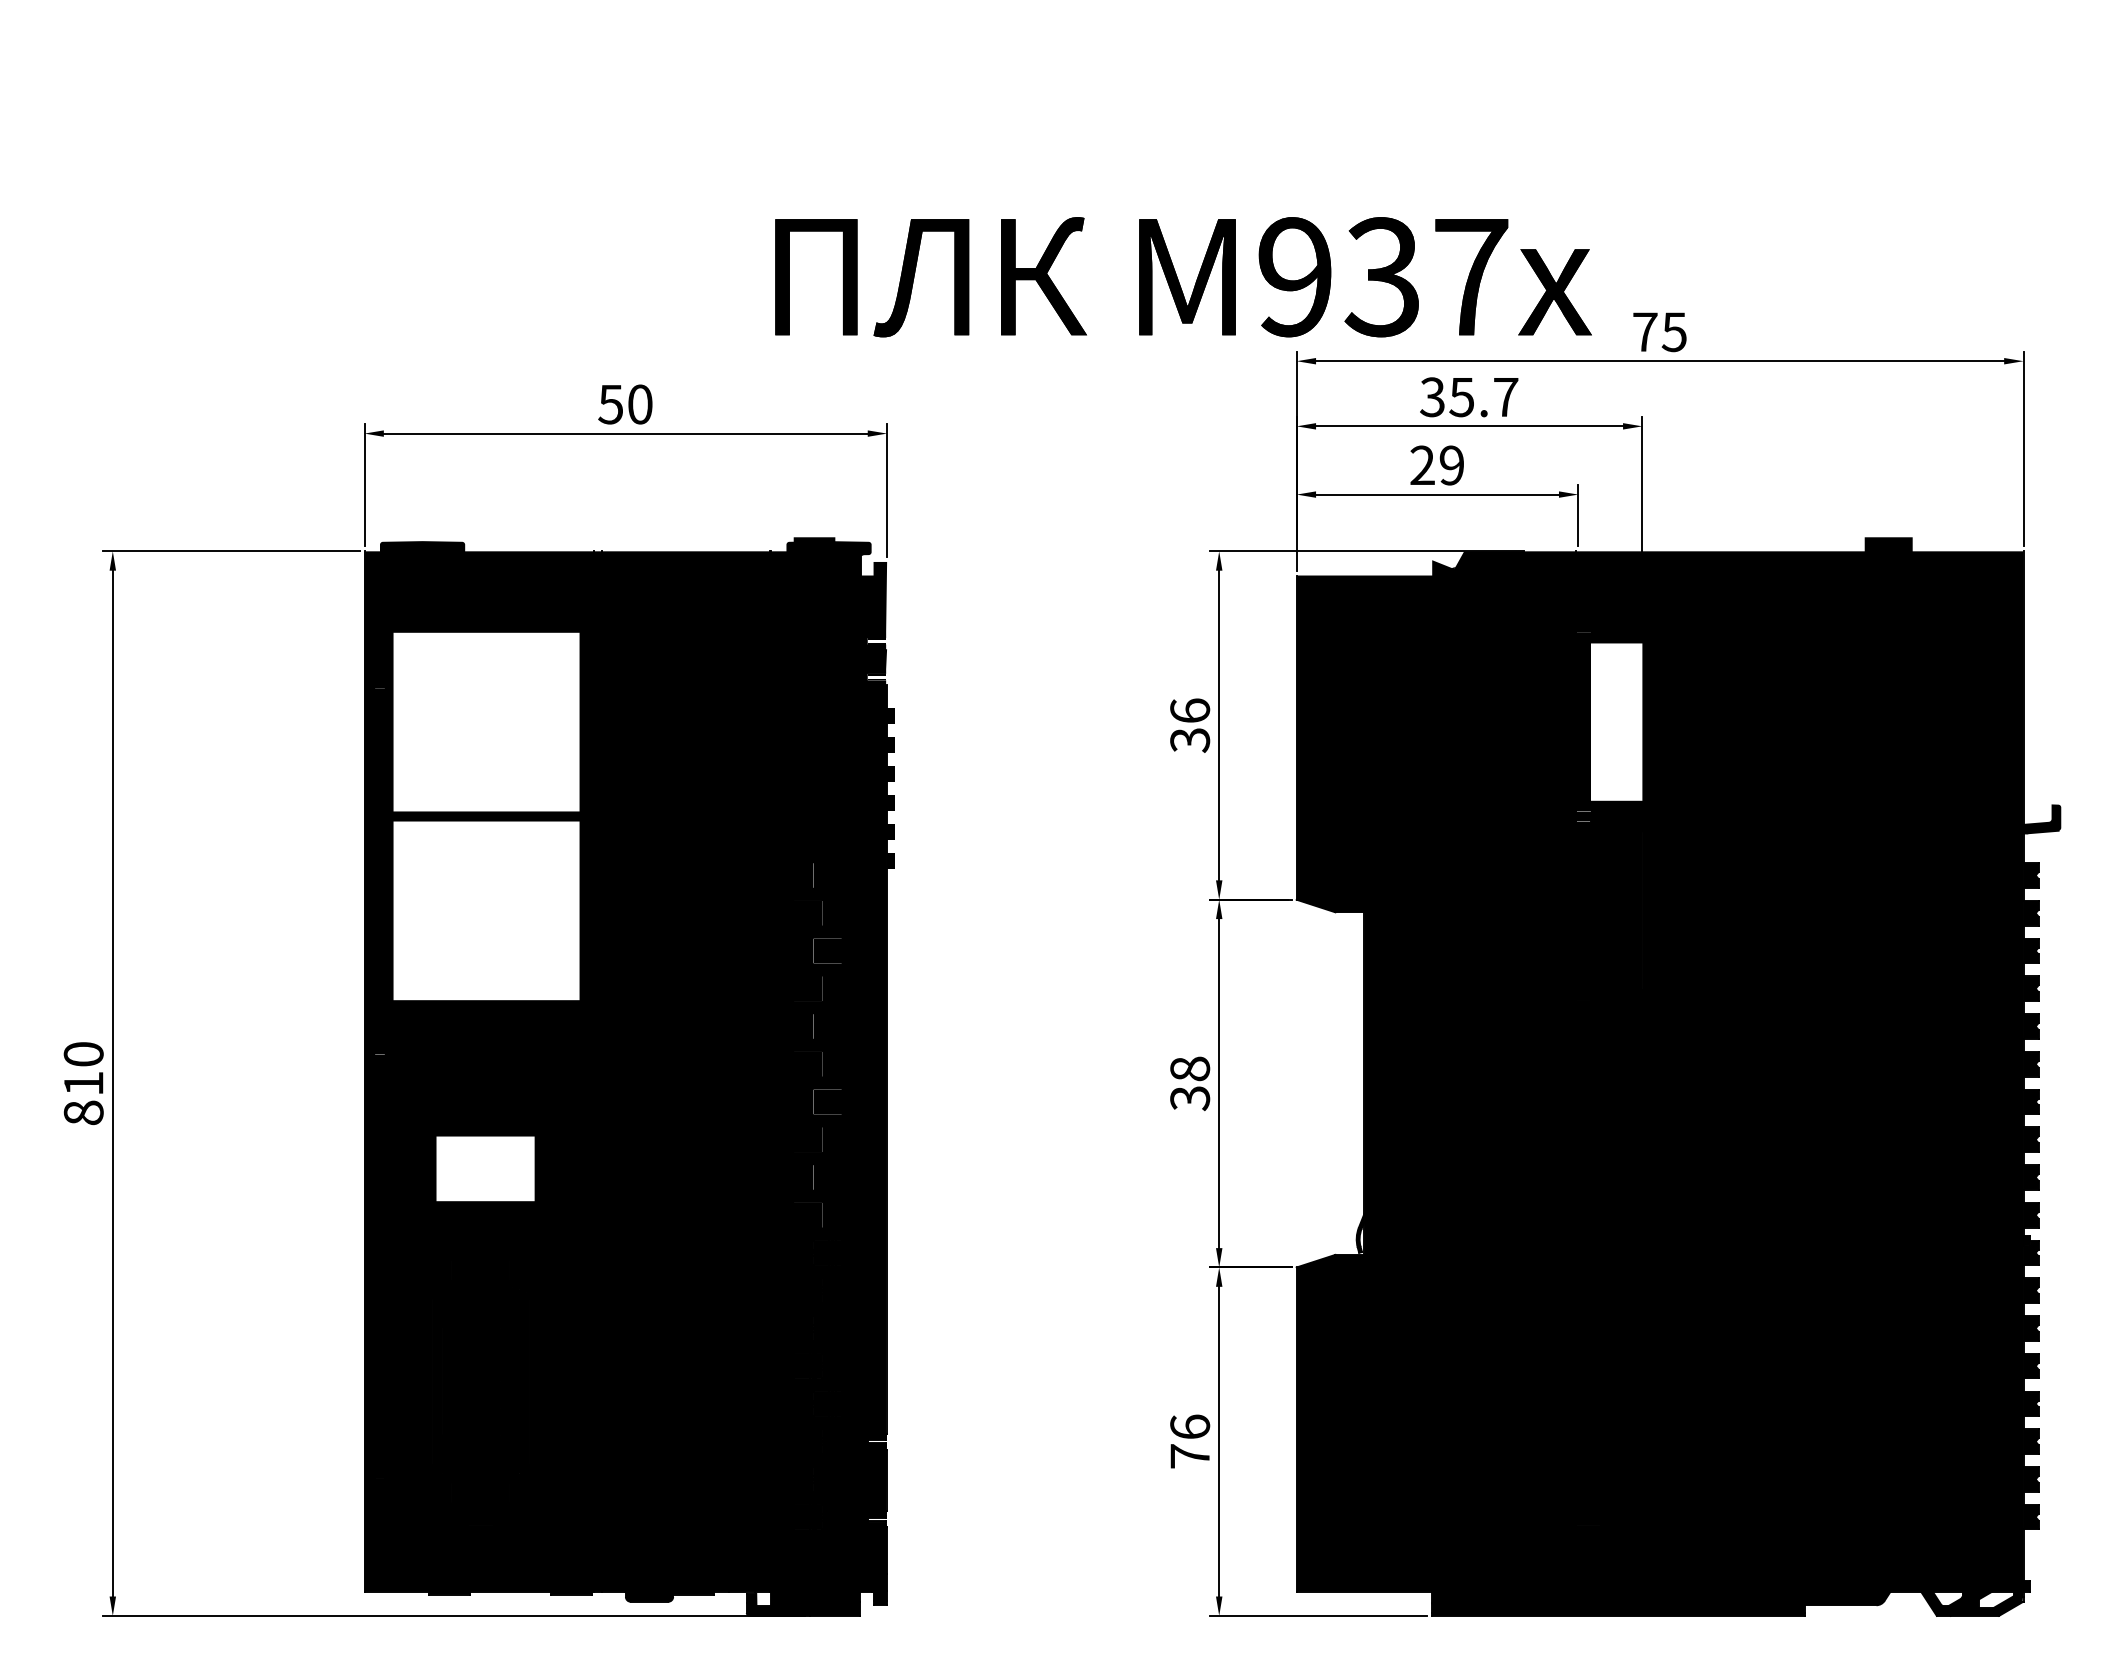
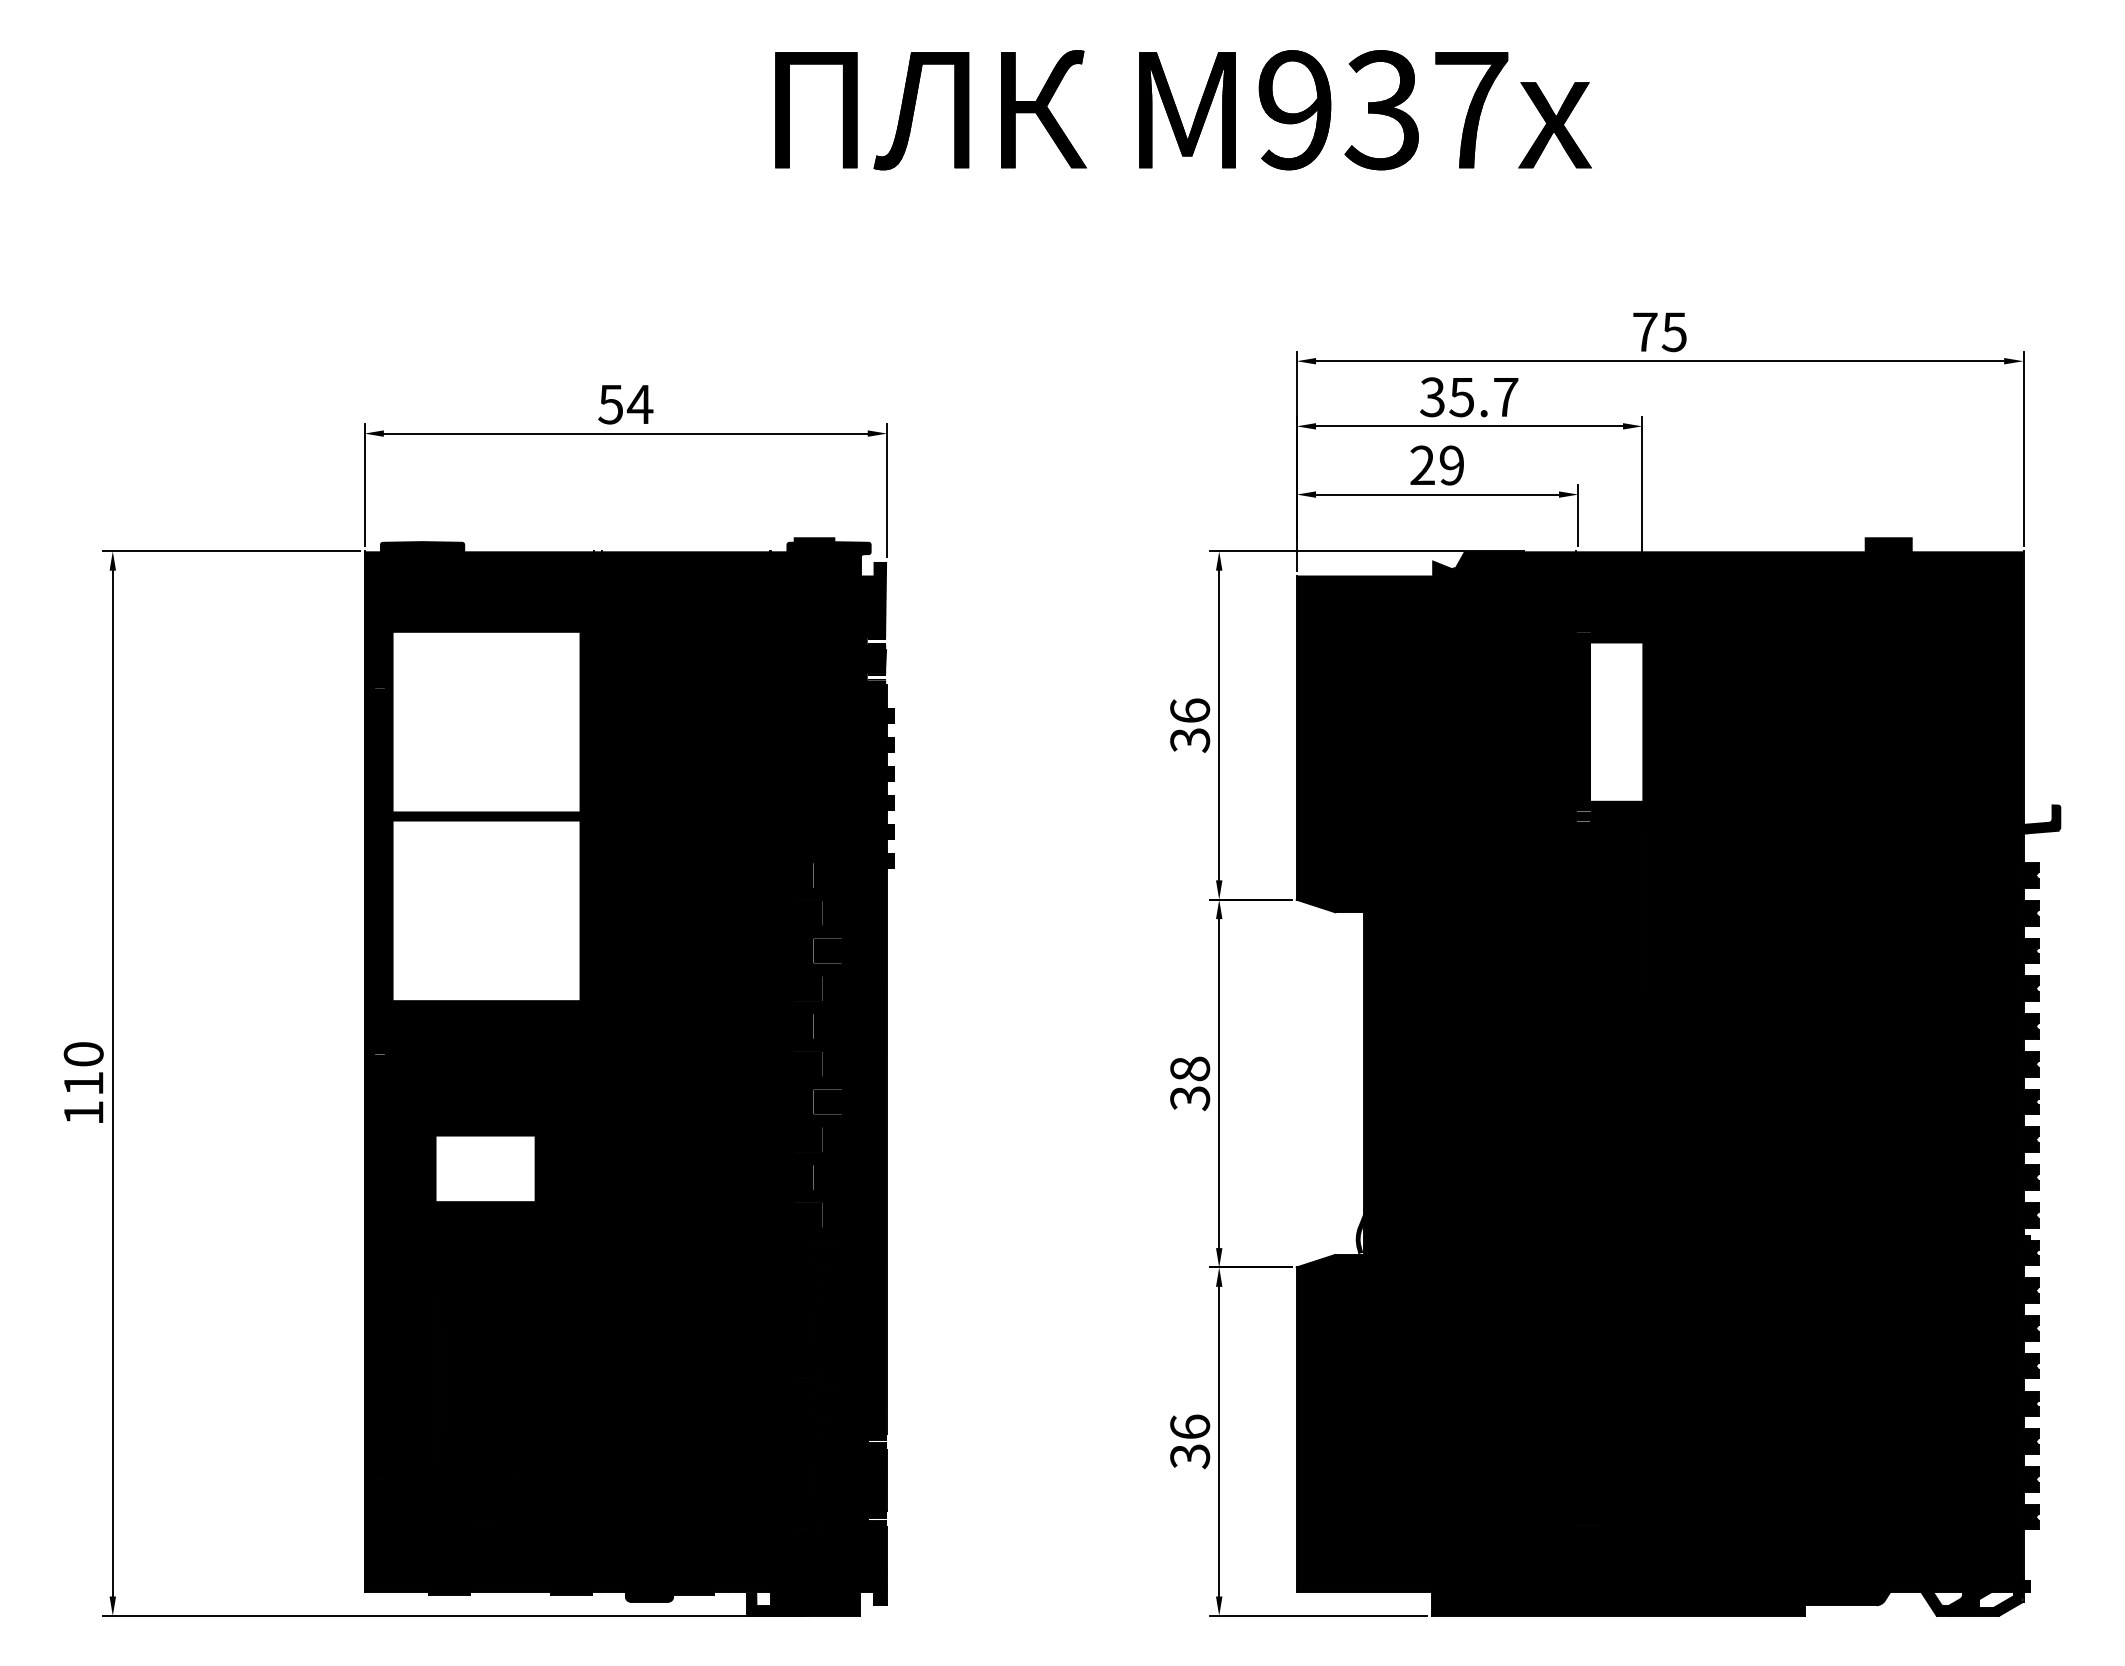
text at (1183, 277) position: (1183, 277) -> (1183, 110)
text at (639, 404): 50 -> 54
text at (83, 1112): 810 -> 110
text at (1190, 1456): 76 -> 36
